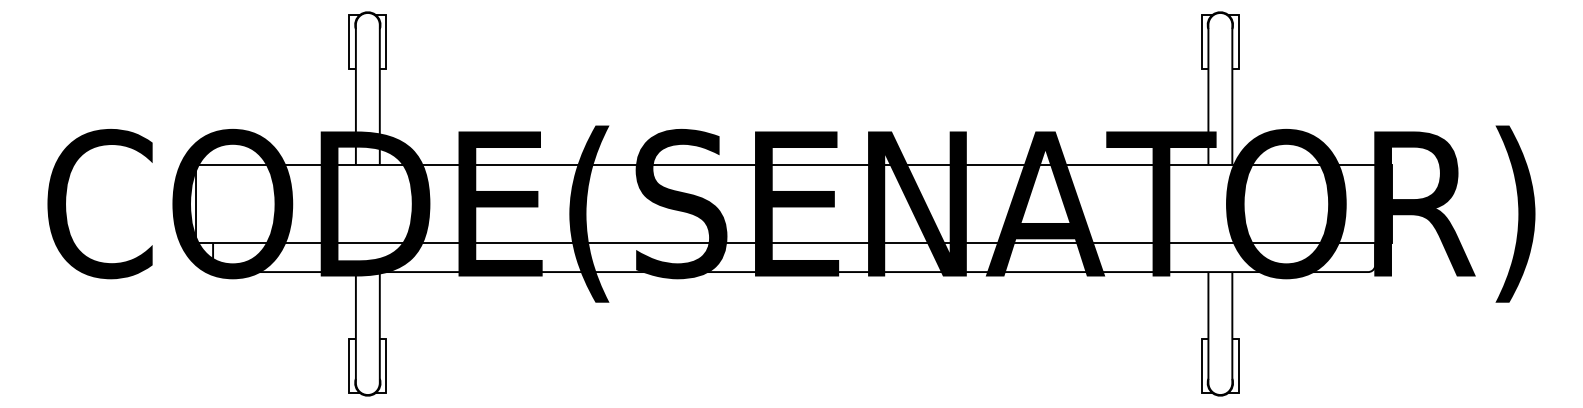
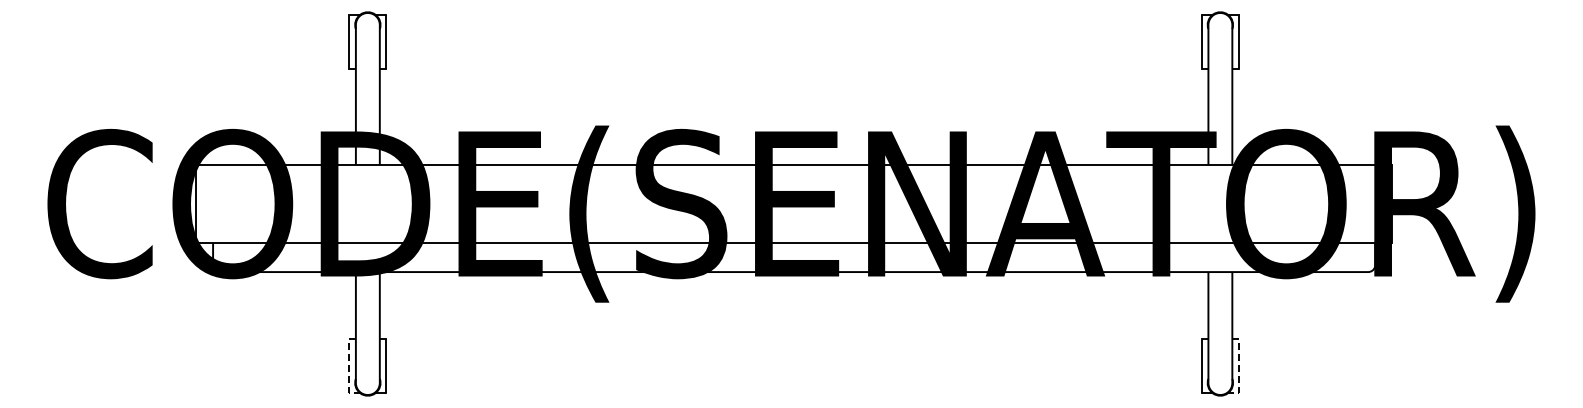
line at (349, 368): solid -> dashed
line at (1238, 368): solid -> dashed
